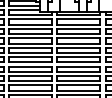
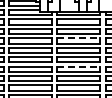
line at (78, 38): solid -> dashed
line at (78, 66): solid -> dashed
